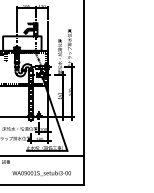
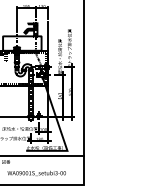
text at (41, 172) position: (41, 172) -> (36, 172)
